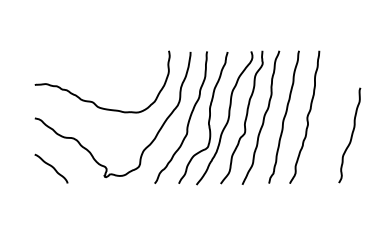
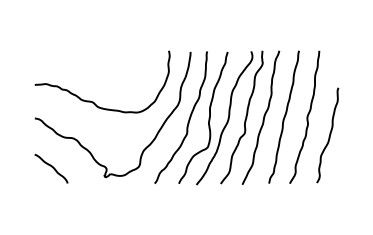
curve at (350, 136) position: (350, 136) -> (328, 136)
